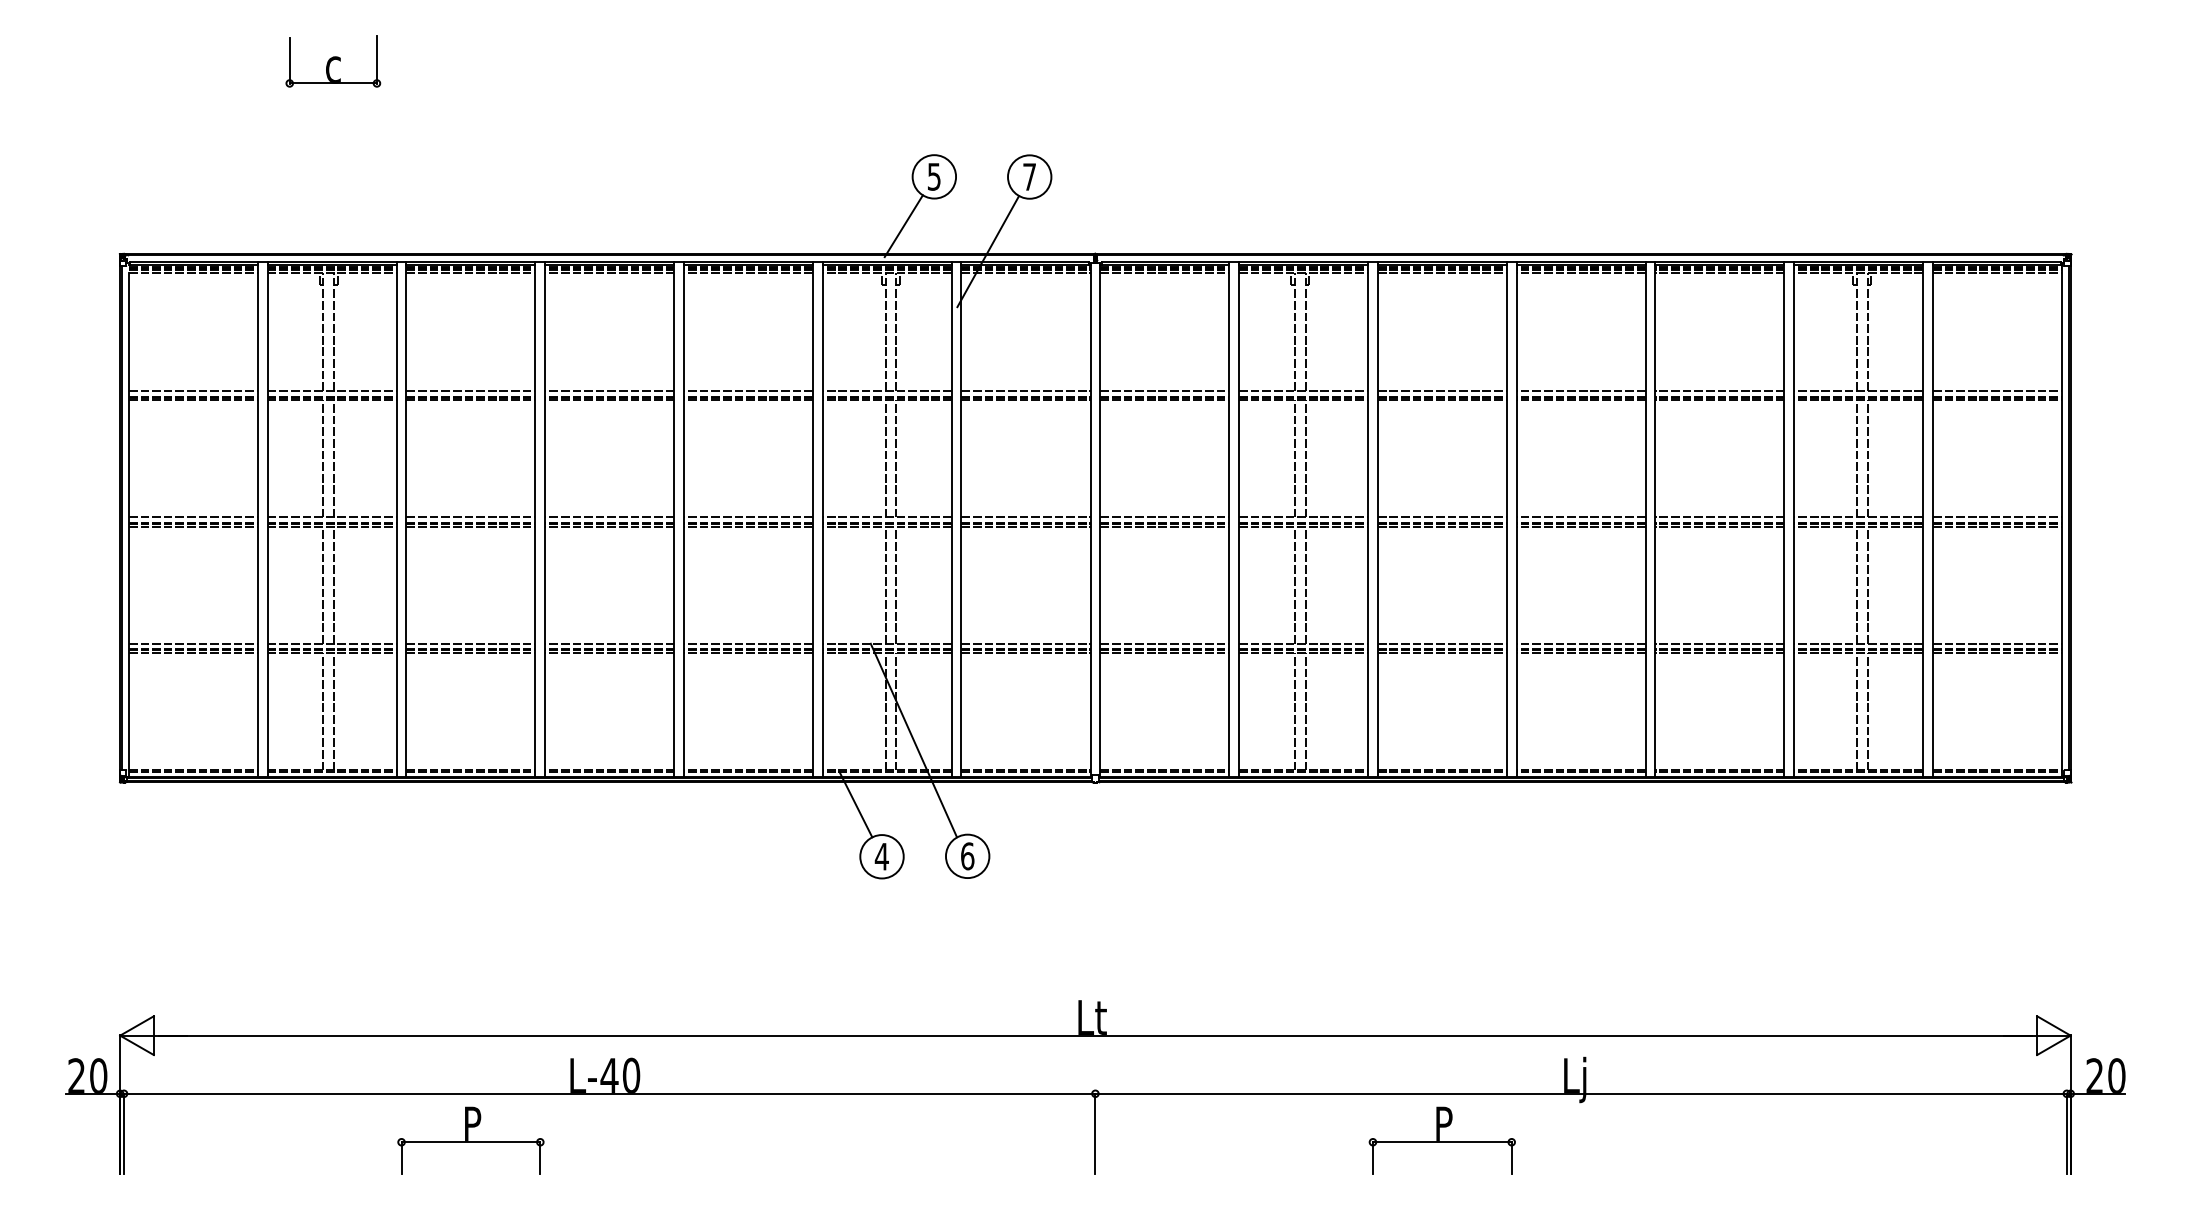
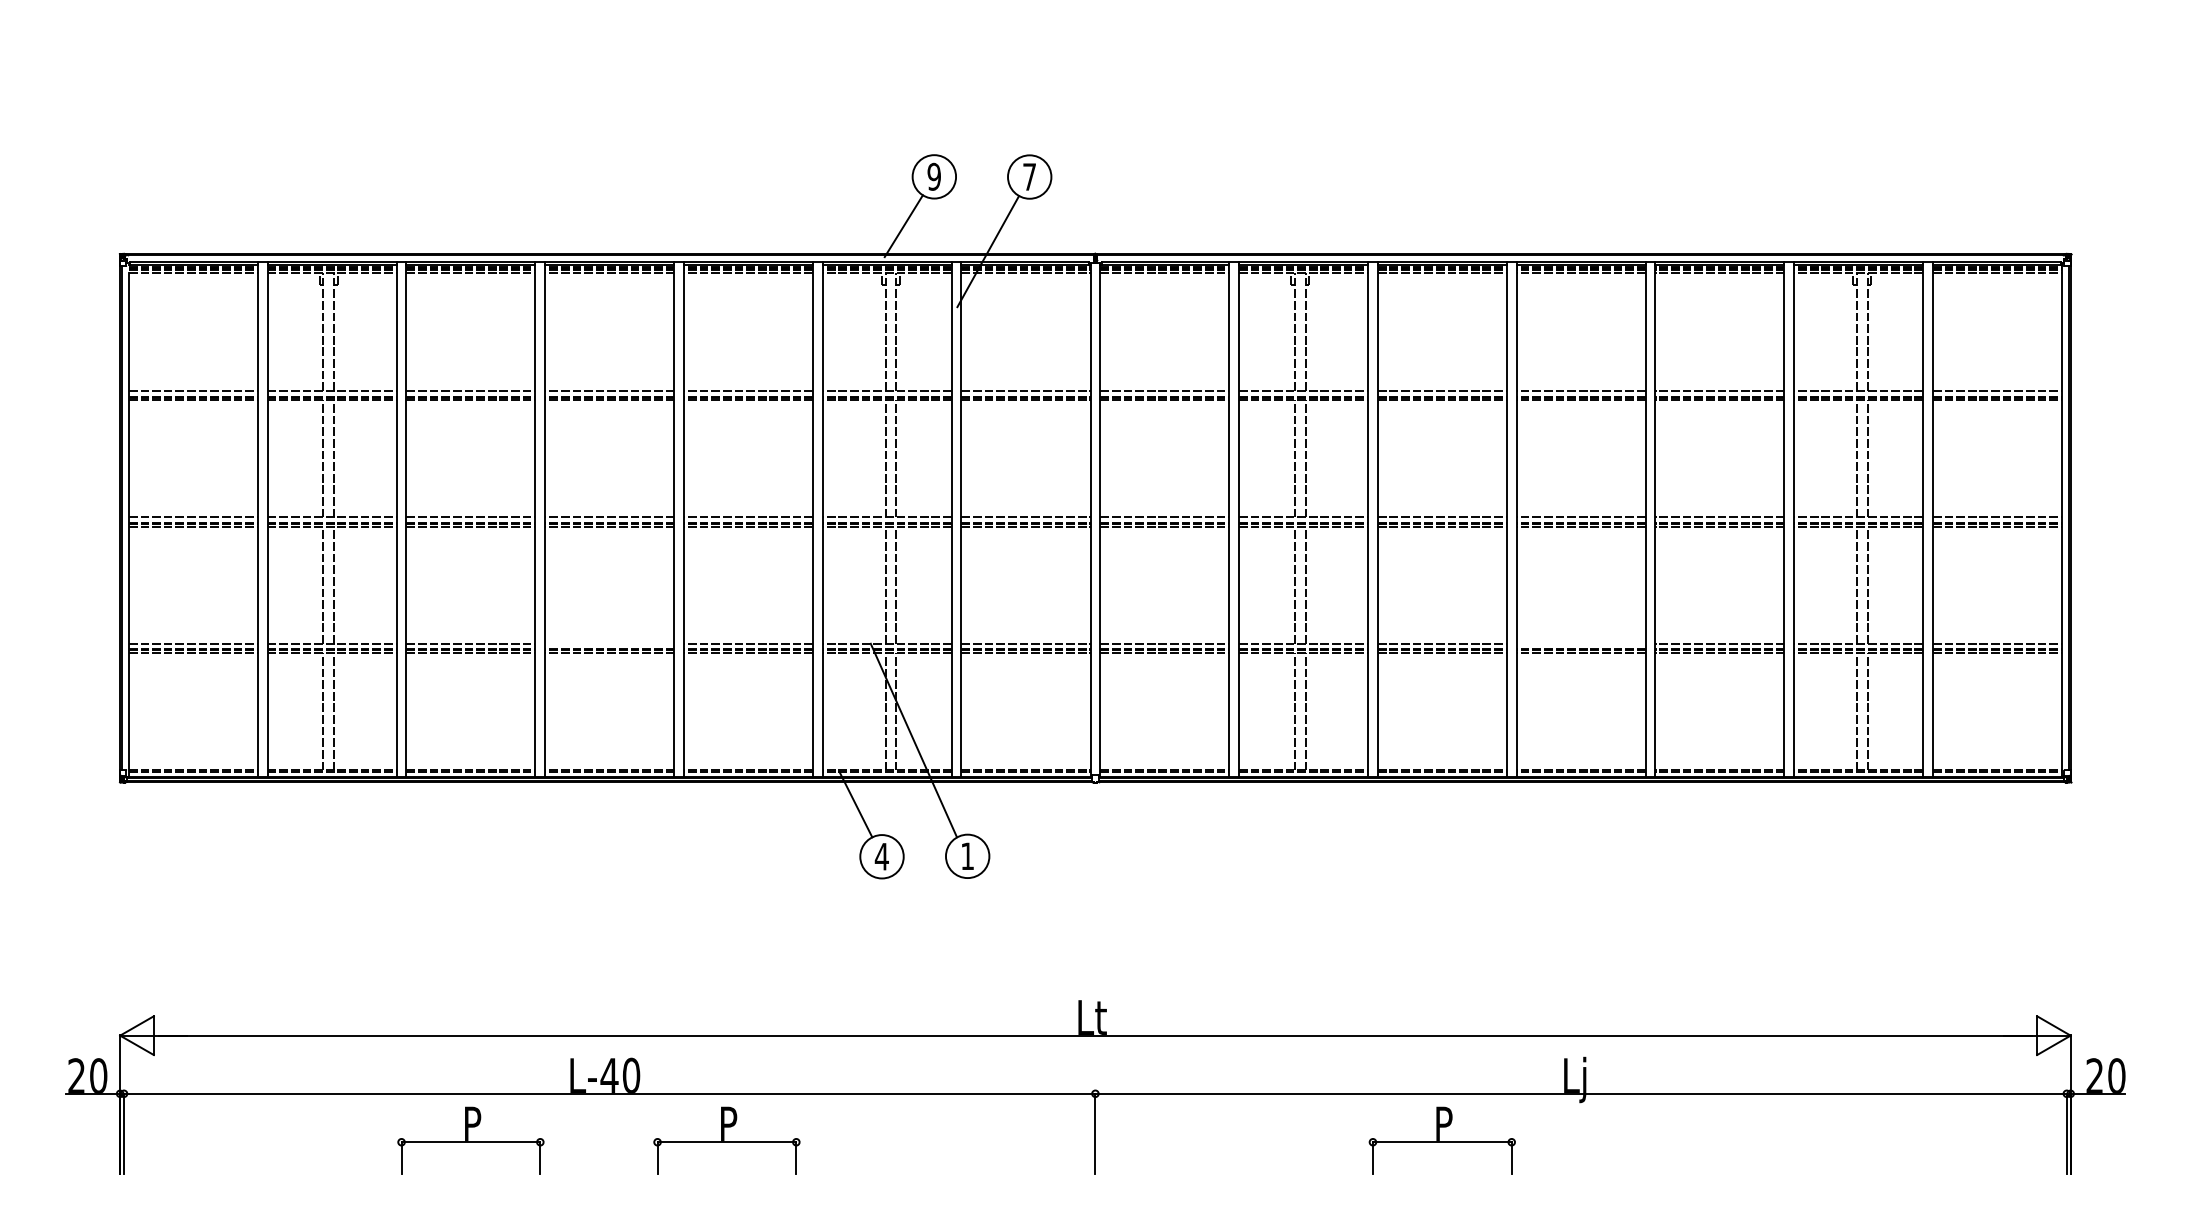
part at (333, 61): present -> none
text at (933, 176): 5 -> 9
line at (609, 643): present -> none
line at (1580, 643): present -> none
text at (967, 856): 6 -> 1
part at (726, 1140): none -> present
